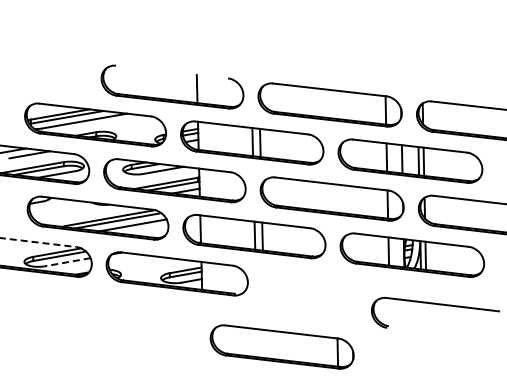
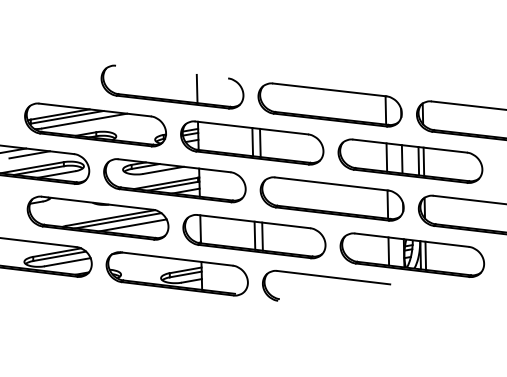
line at (39, 242): dashed -> solid
line at (67, 262): dashed -> solid
part at (438, 305) position: (438, 305) -> (329, 278)
part at (281, 346): present -> none
